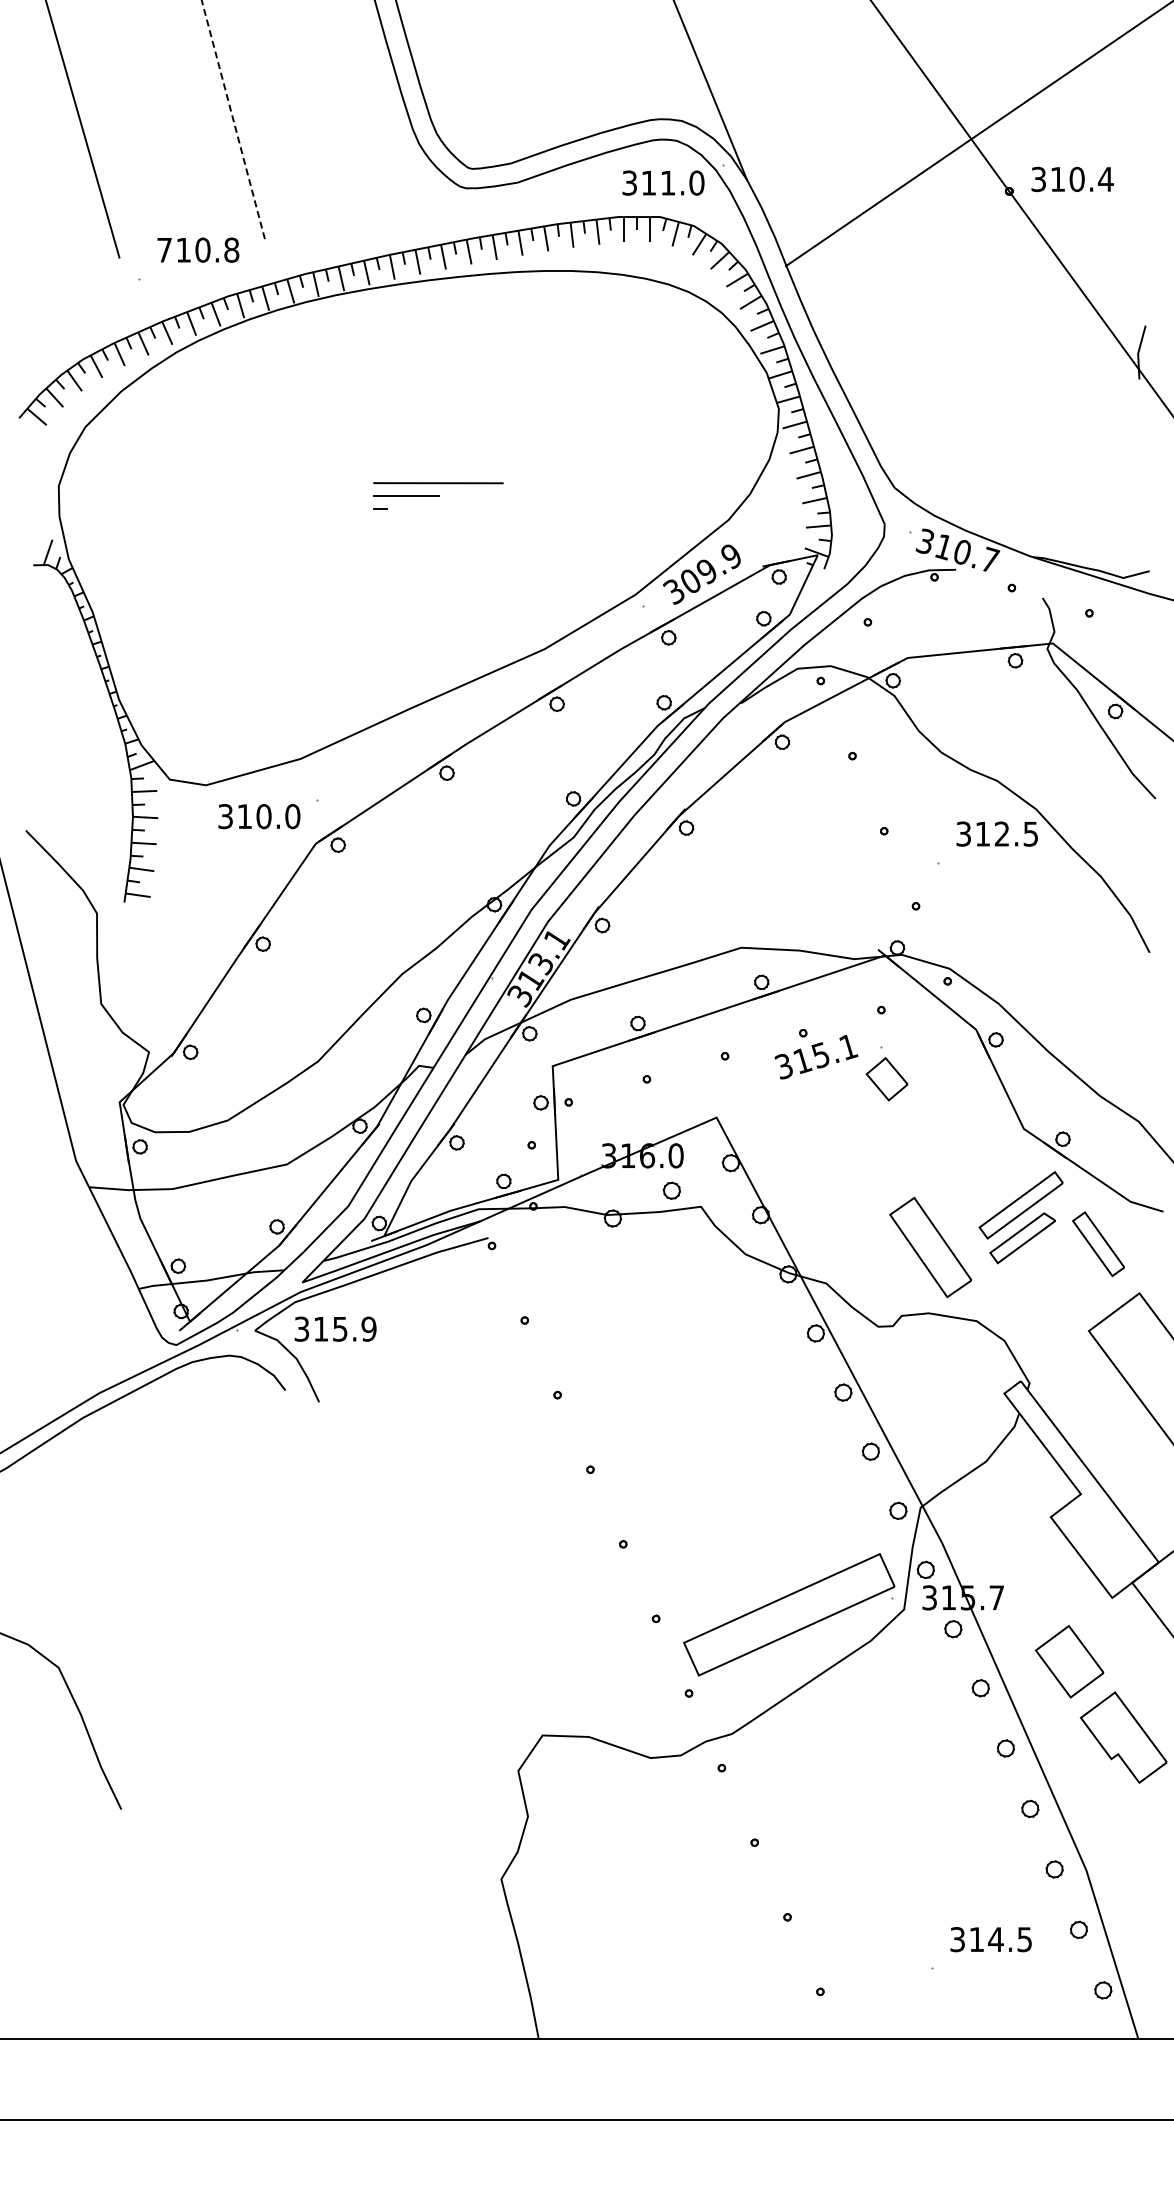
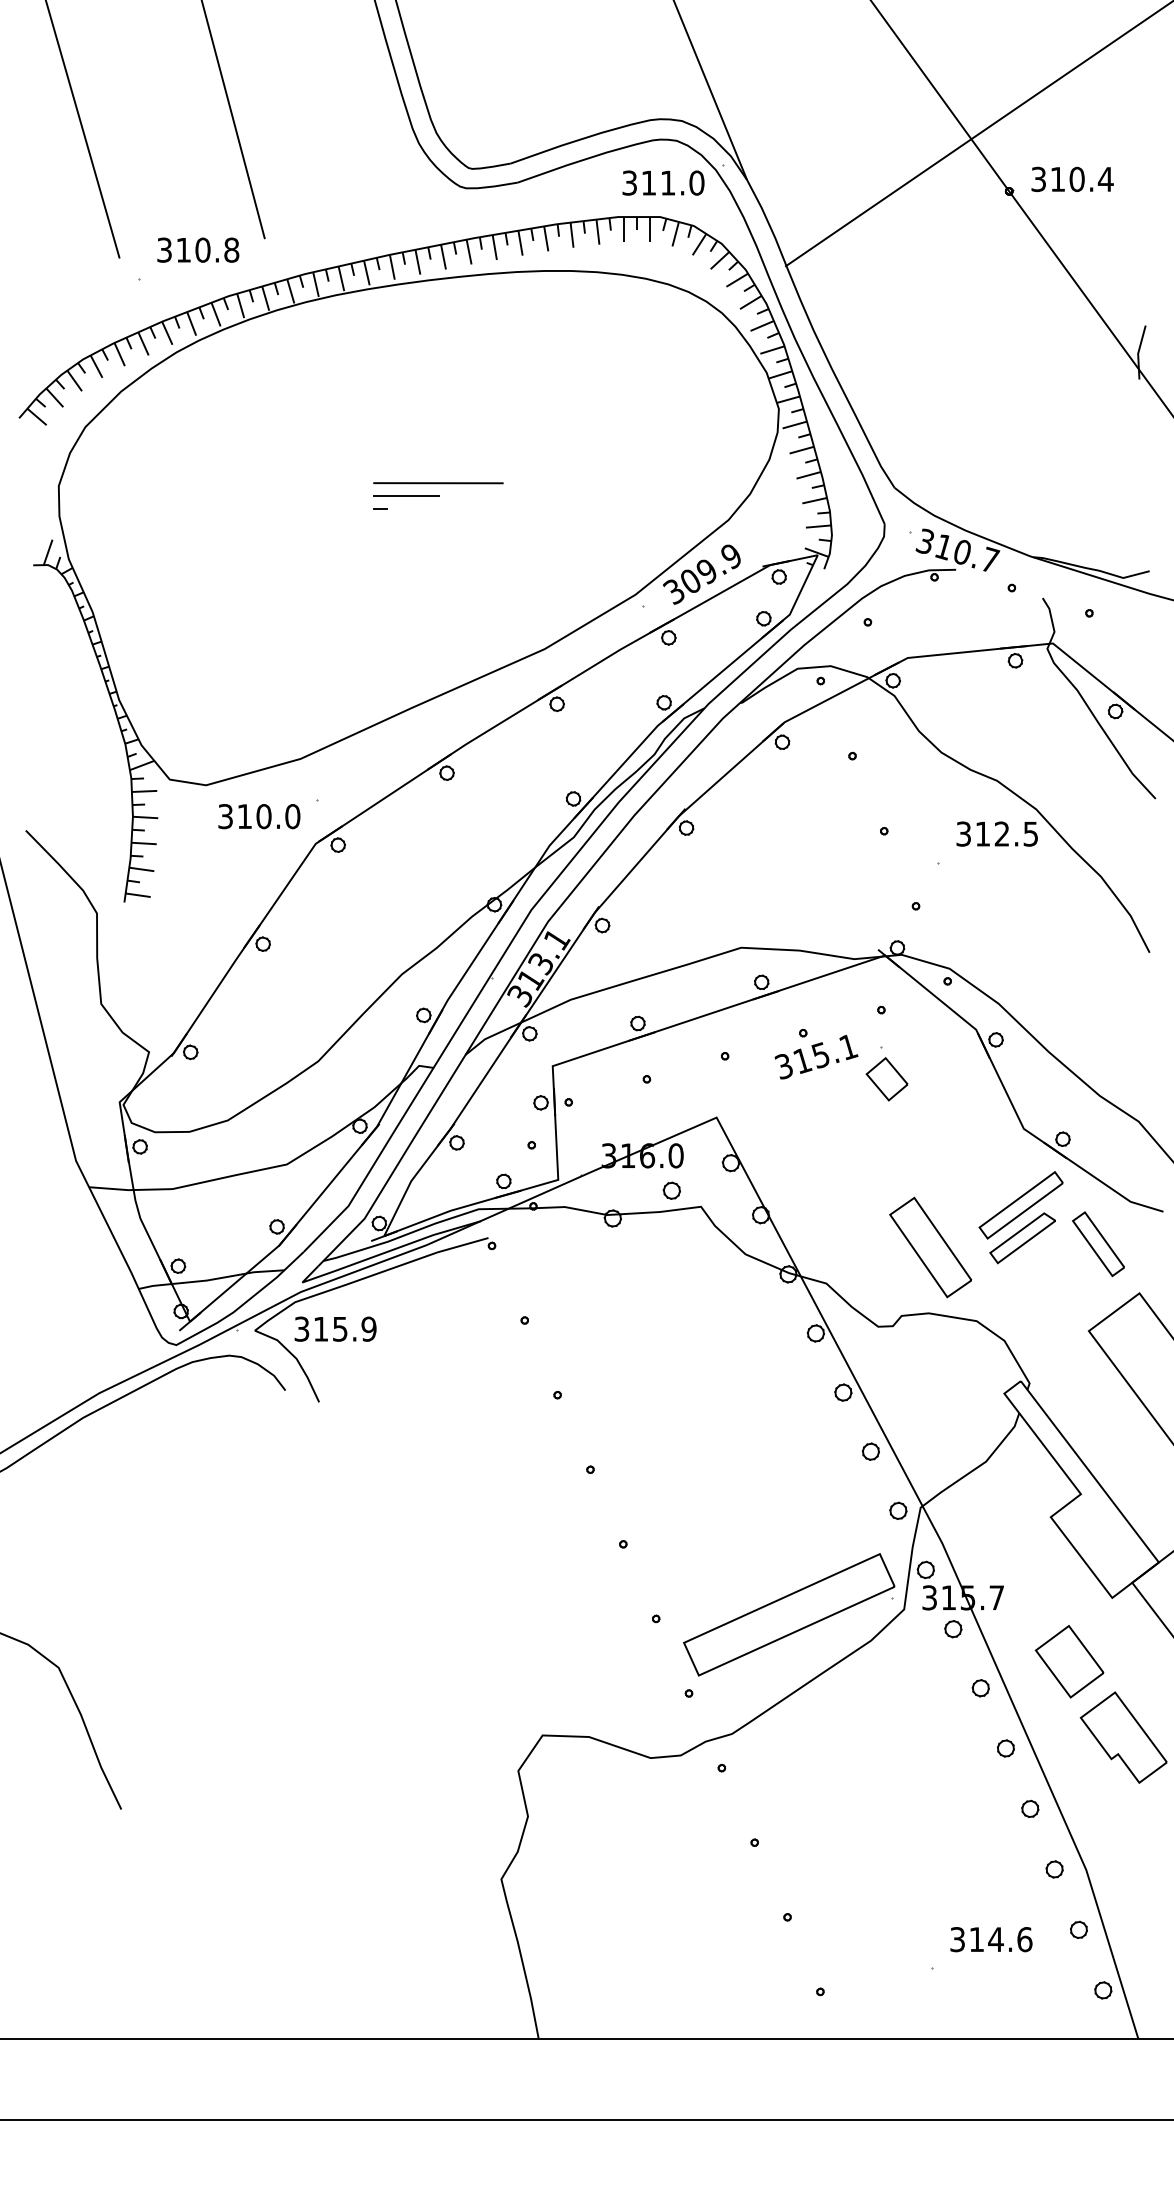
line at (233, 119): dashed -> solid
text at (164, 249): 710.8 -> 310.8
text at (1024, 1939): 314.5 -> 314.6
